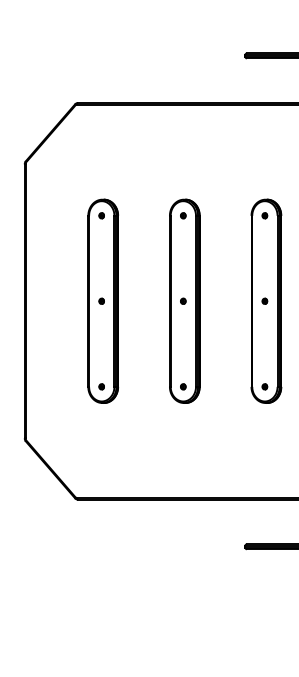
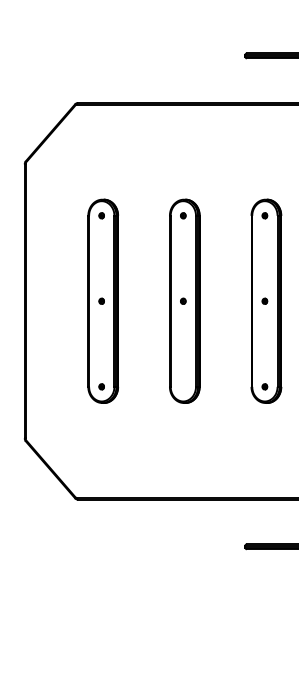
part at (183, 386): present -> none
